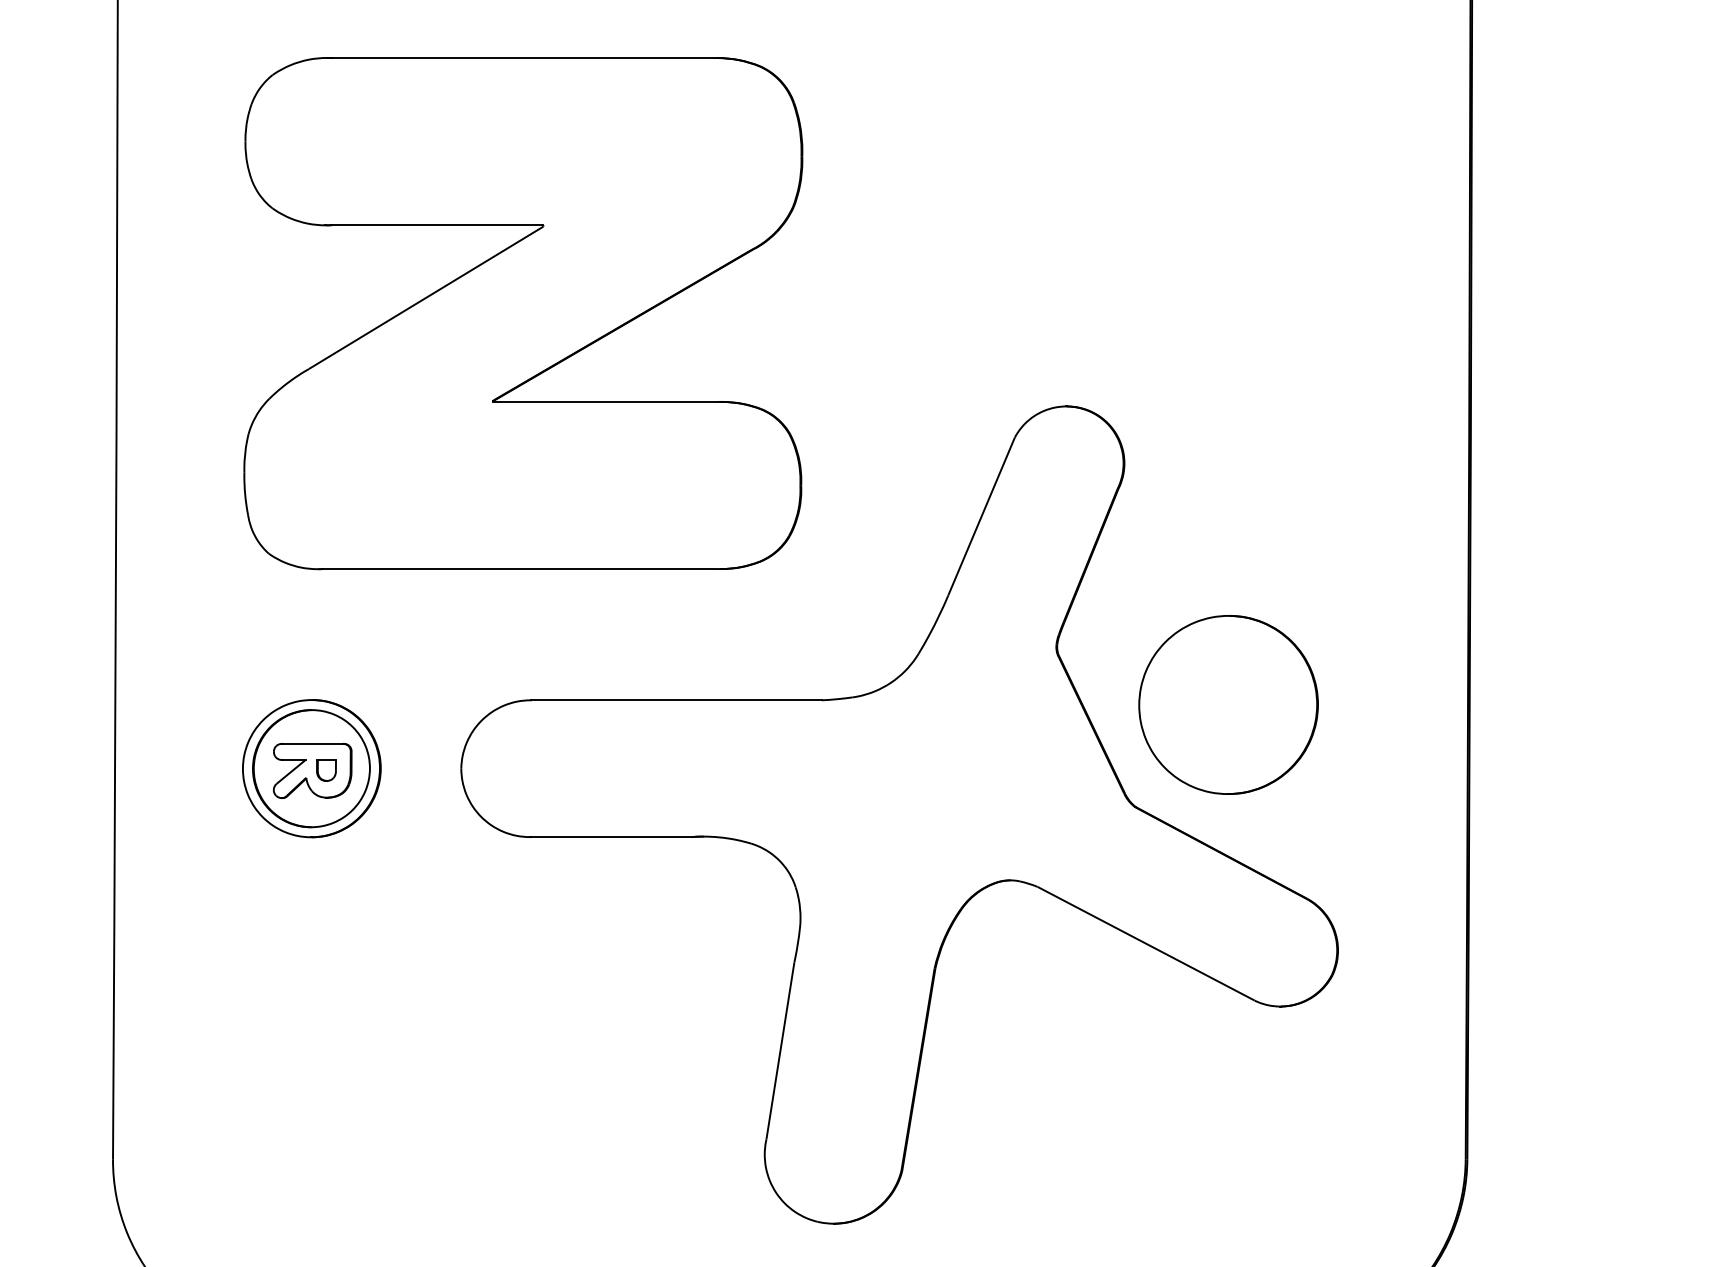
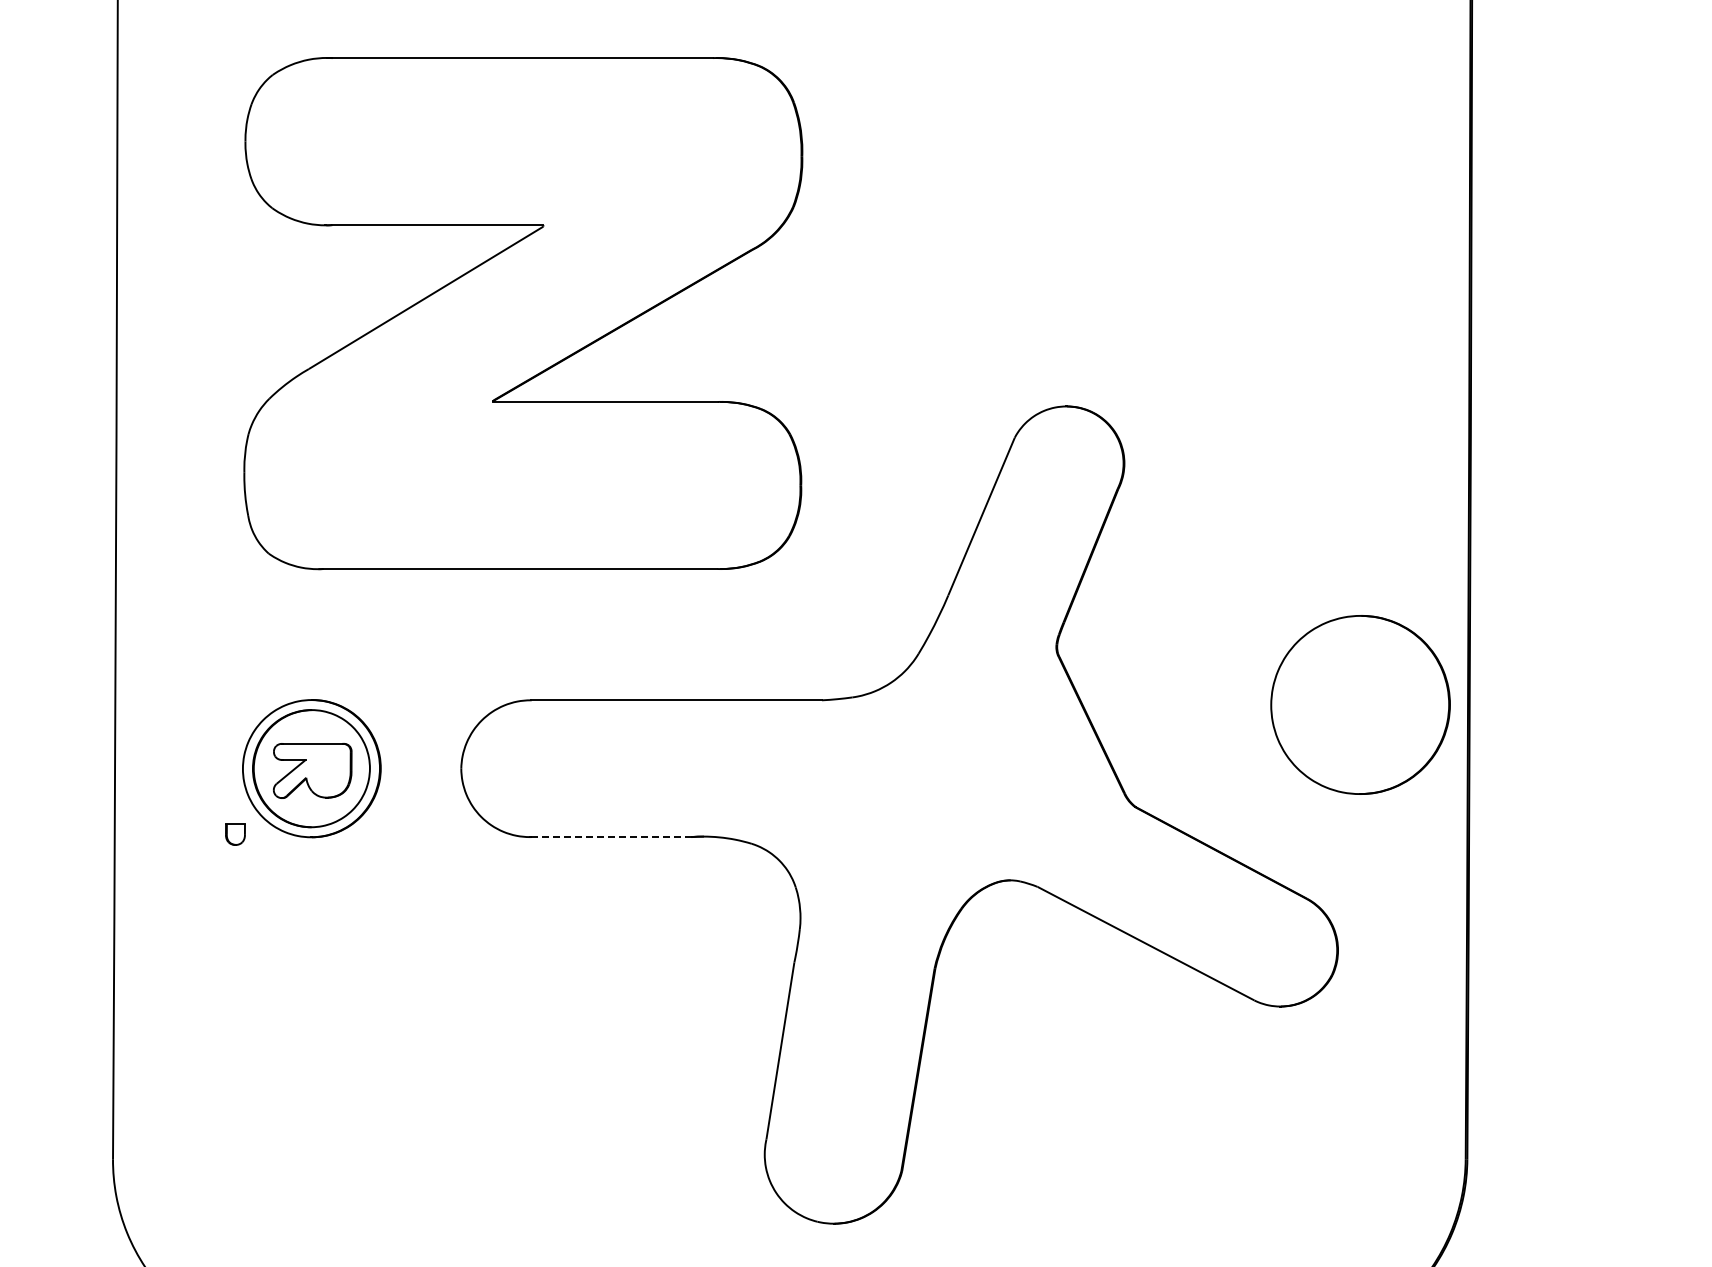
part at (1228, 704) position: (1228, 704) -> (1360, 704)
part at (326, 770) position: (326, 770) -> (235, 834)
line at (611, 837): solid -> dashed
